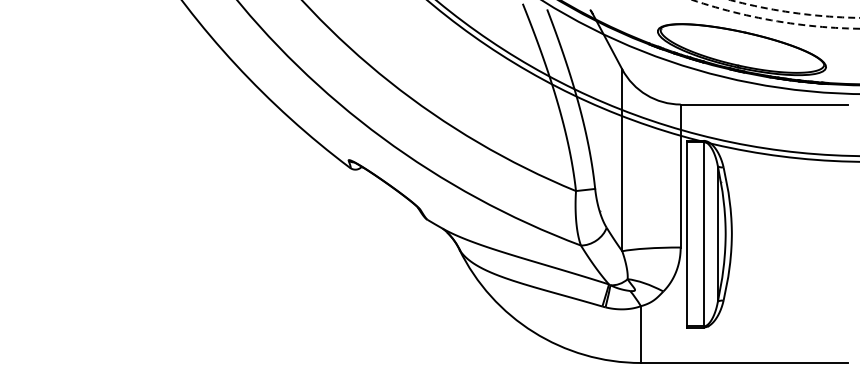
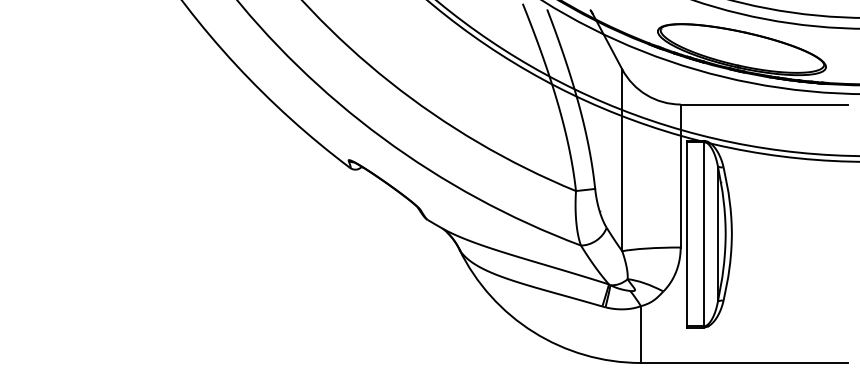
arc at (794, 12): dashed -> solid
arc at (774, 20): dashed -> solid
